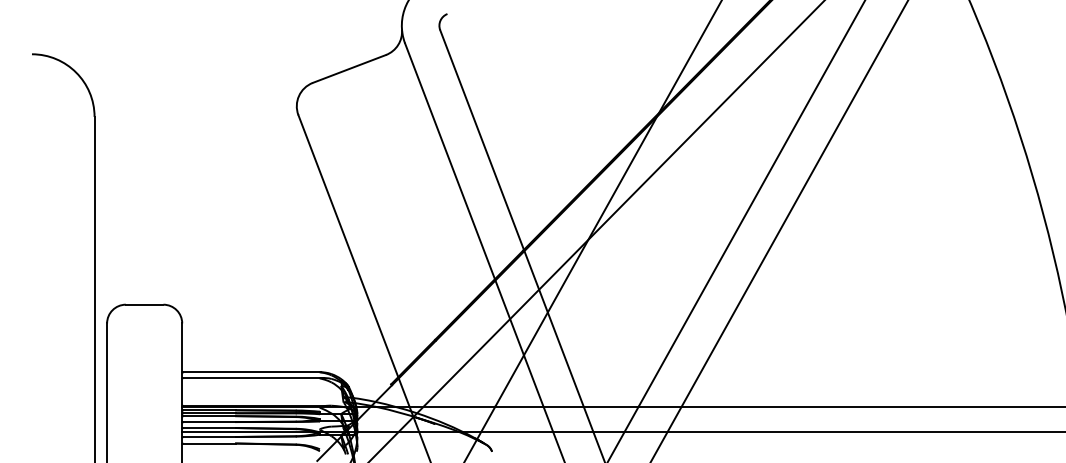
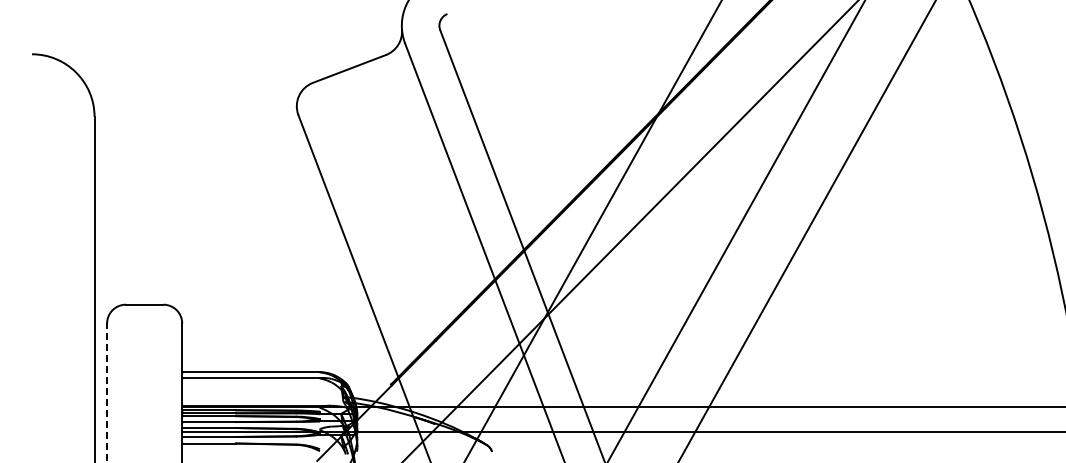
line at (596, 230) position: (596, 230) -> (630, 230)
line at (779, 230) position: (779, 230) -> (806, 230)
line at (107, 392): solid -> dashed
